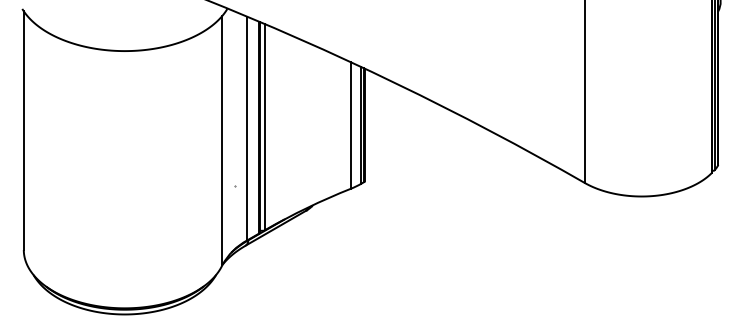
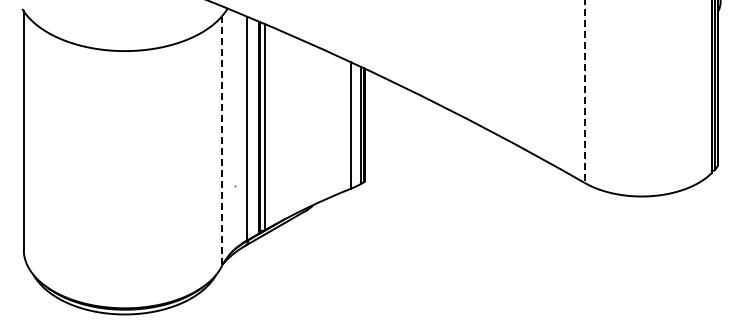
line at (584, 91): solid -> dashed
line at (222, 140): solid -> dashed
